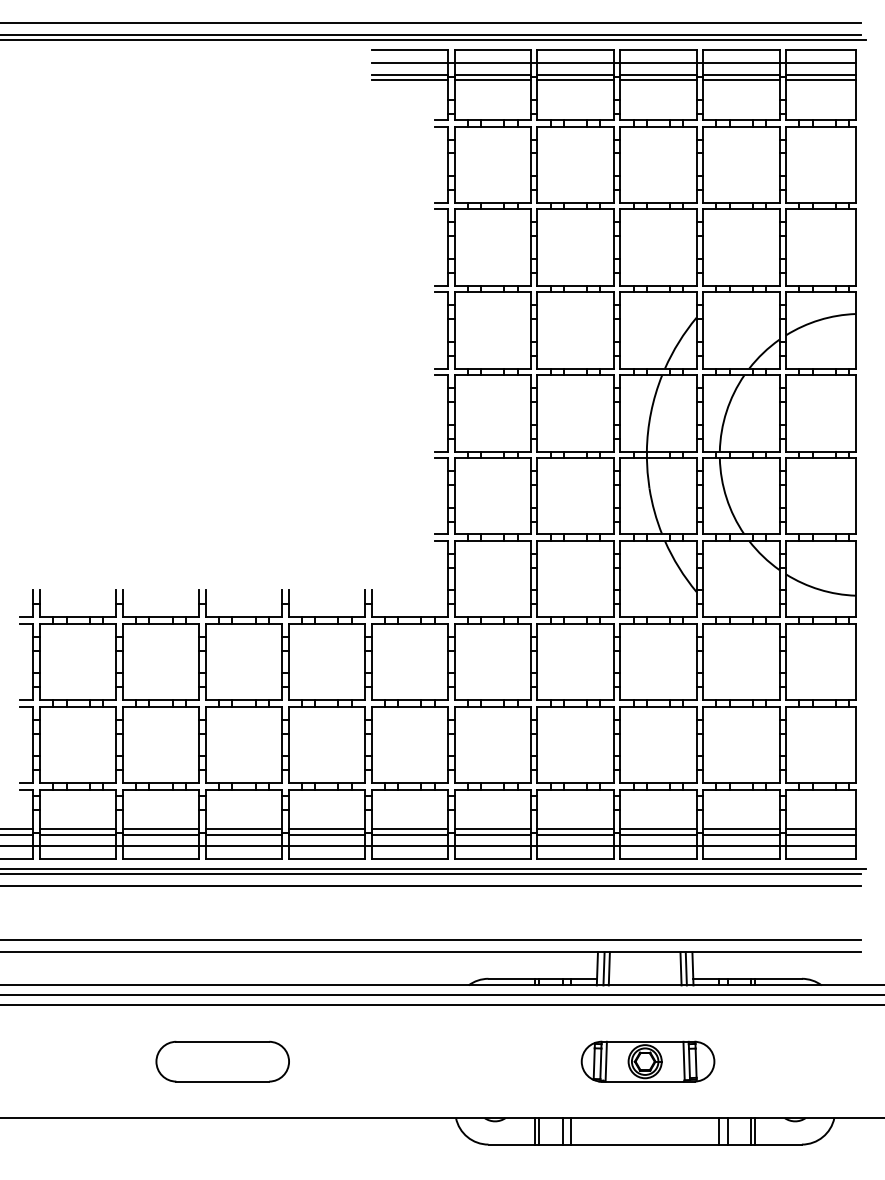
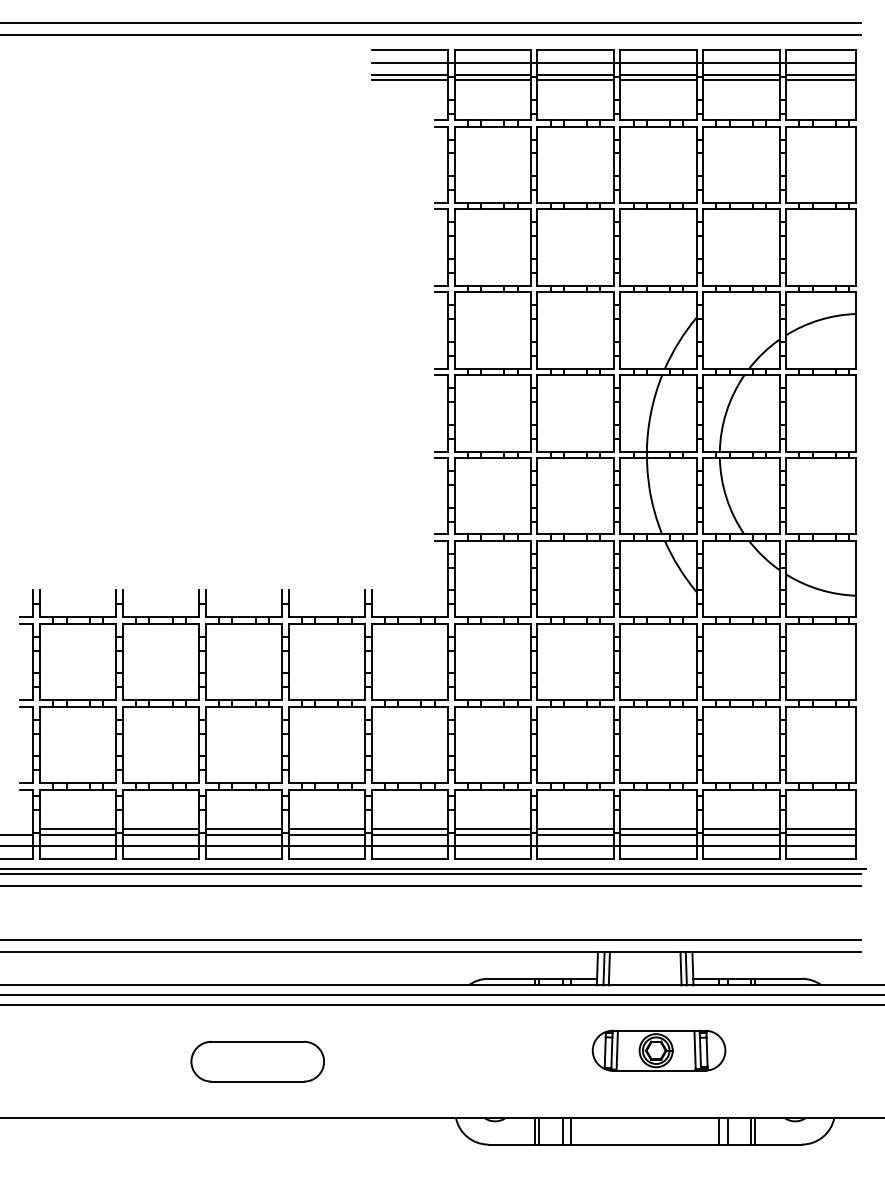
line at (433, 40): present -> none
line at (17, 829): present -> none
part at (222, 1061) position: (222, 1061) -> (257, 1061)
part at (647, 1061) position: (647, 1061) -> (658, 1050)
